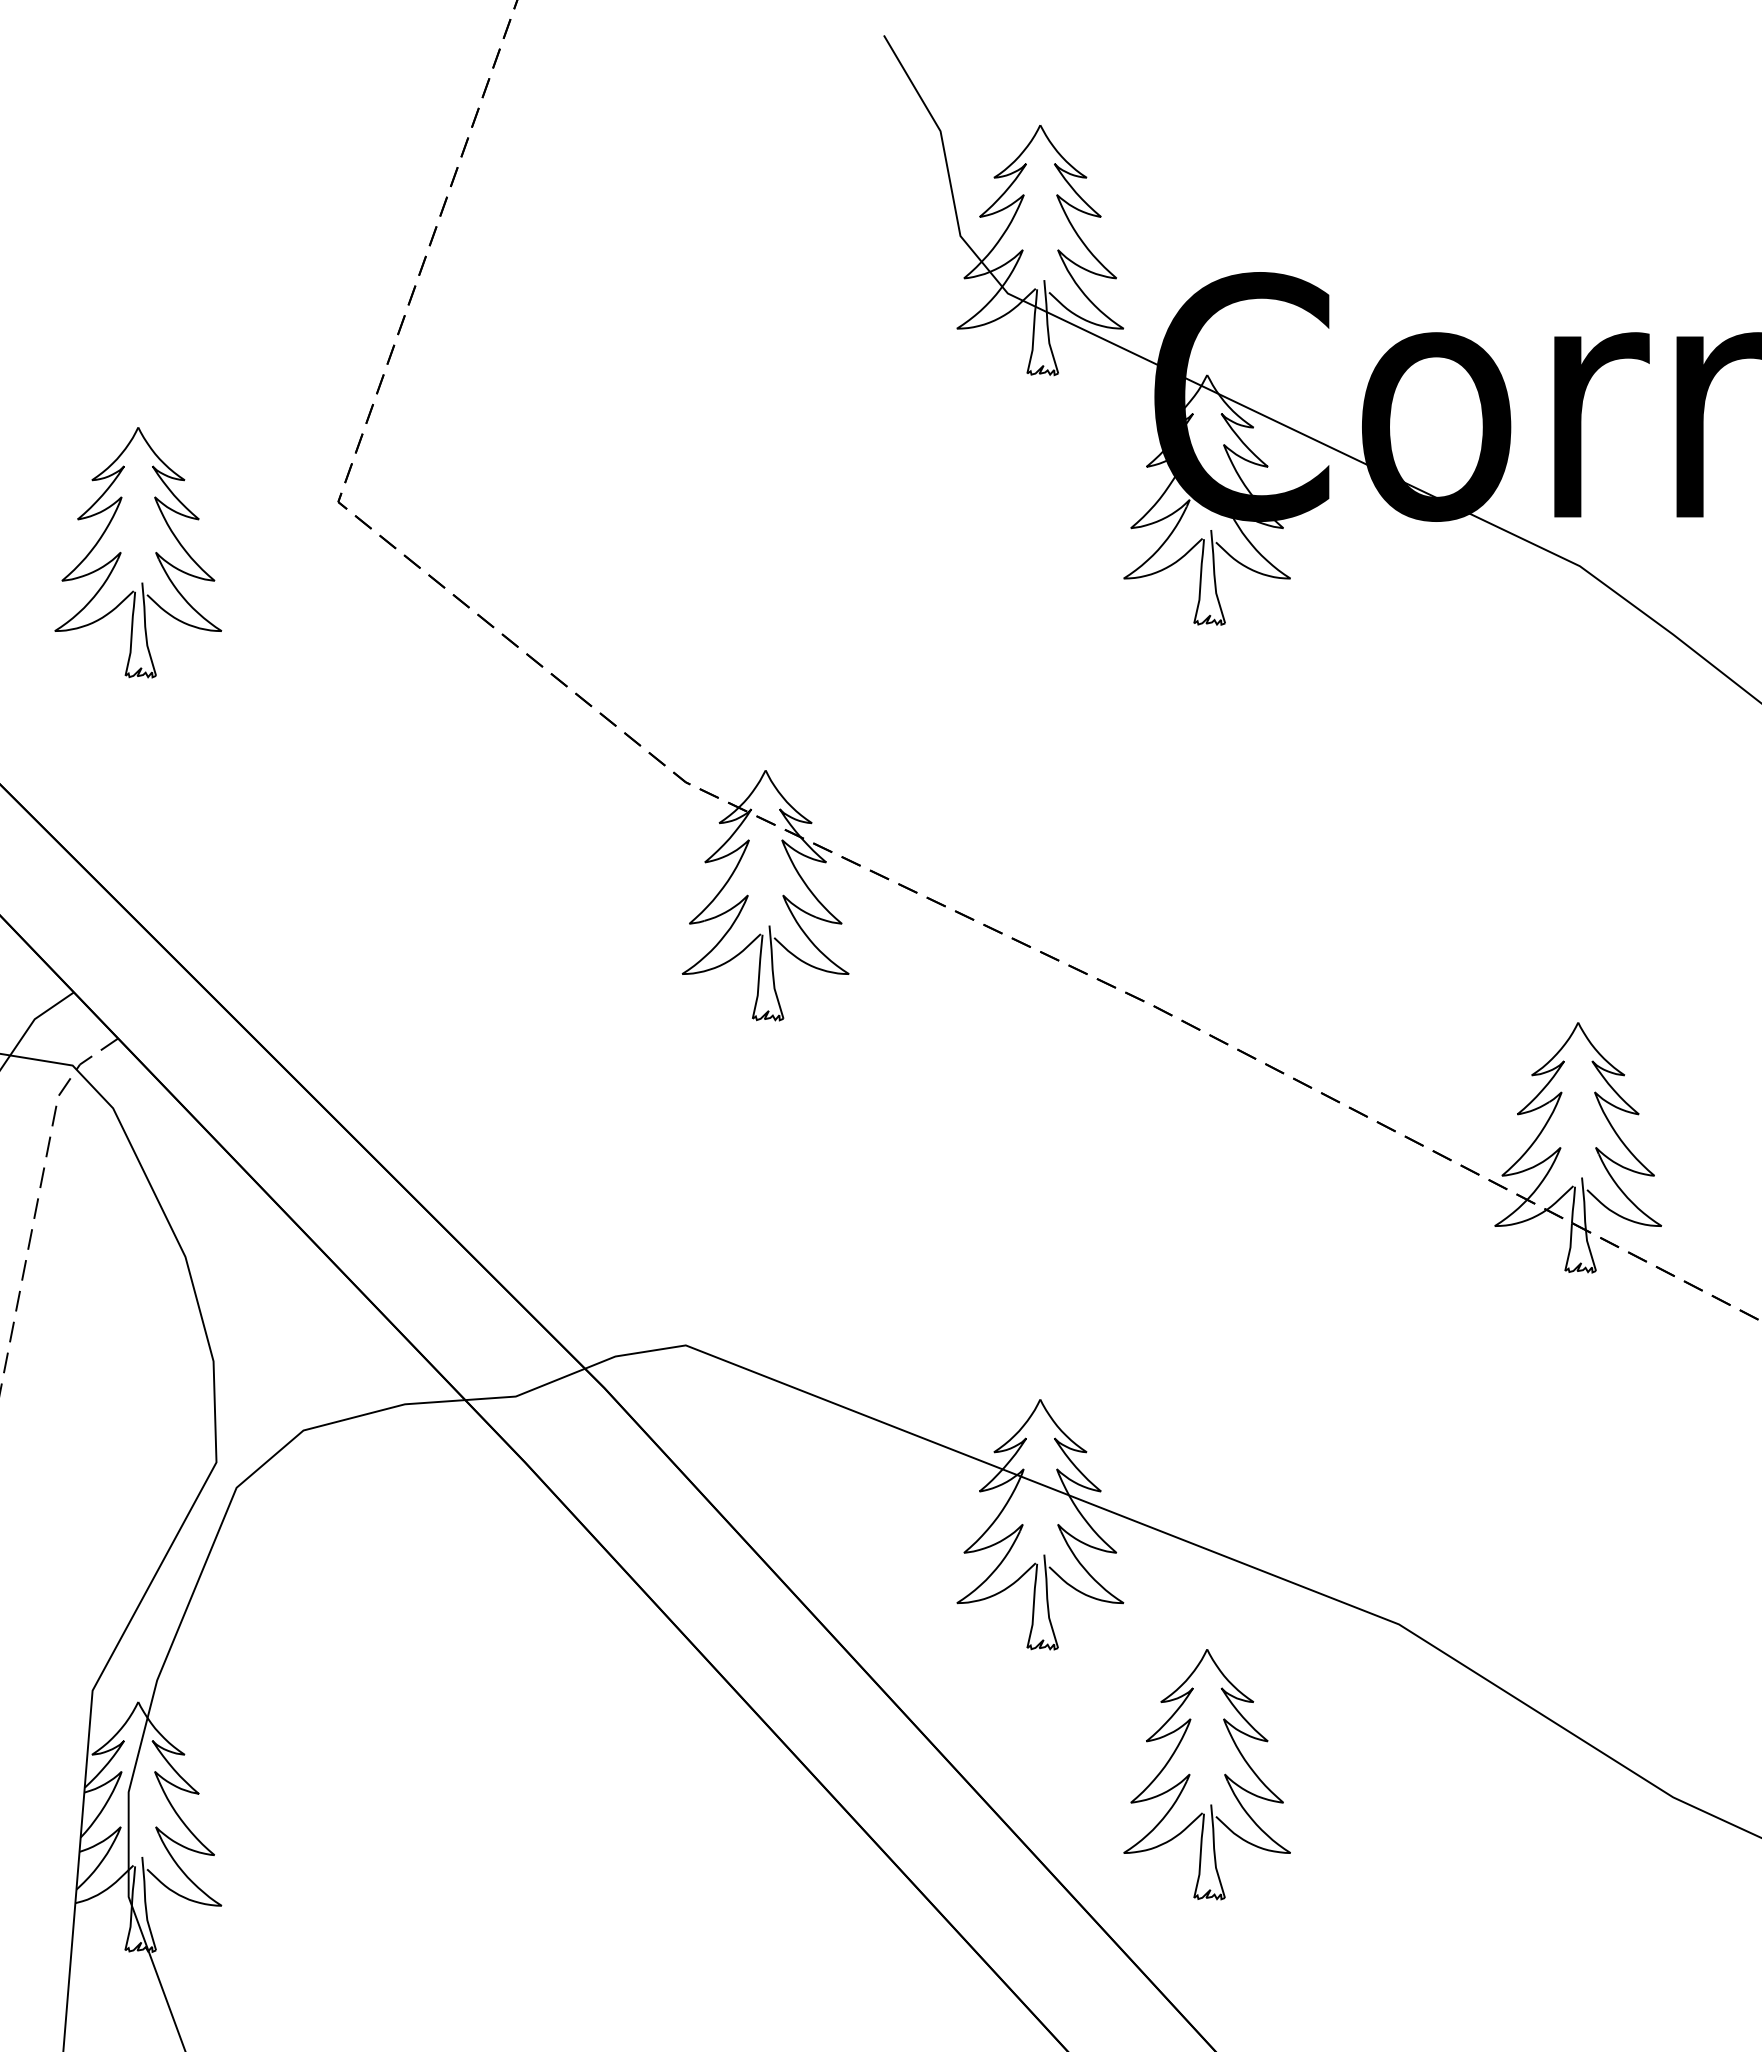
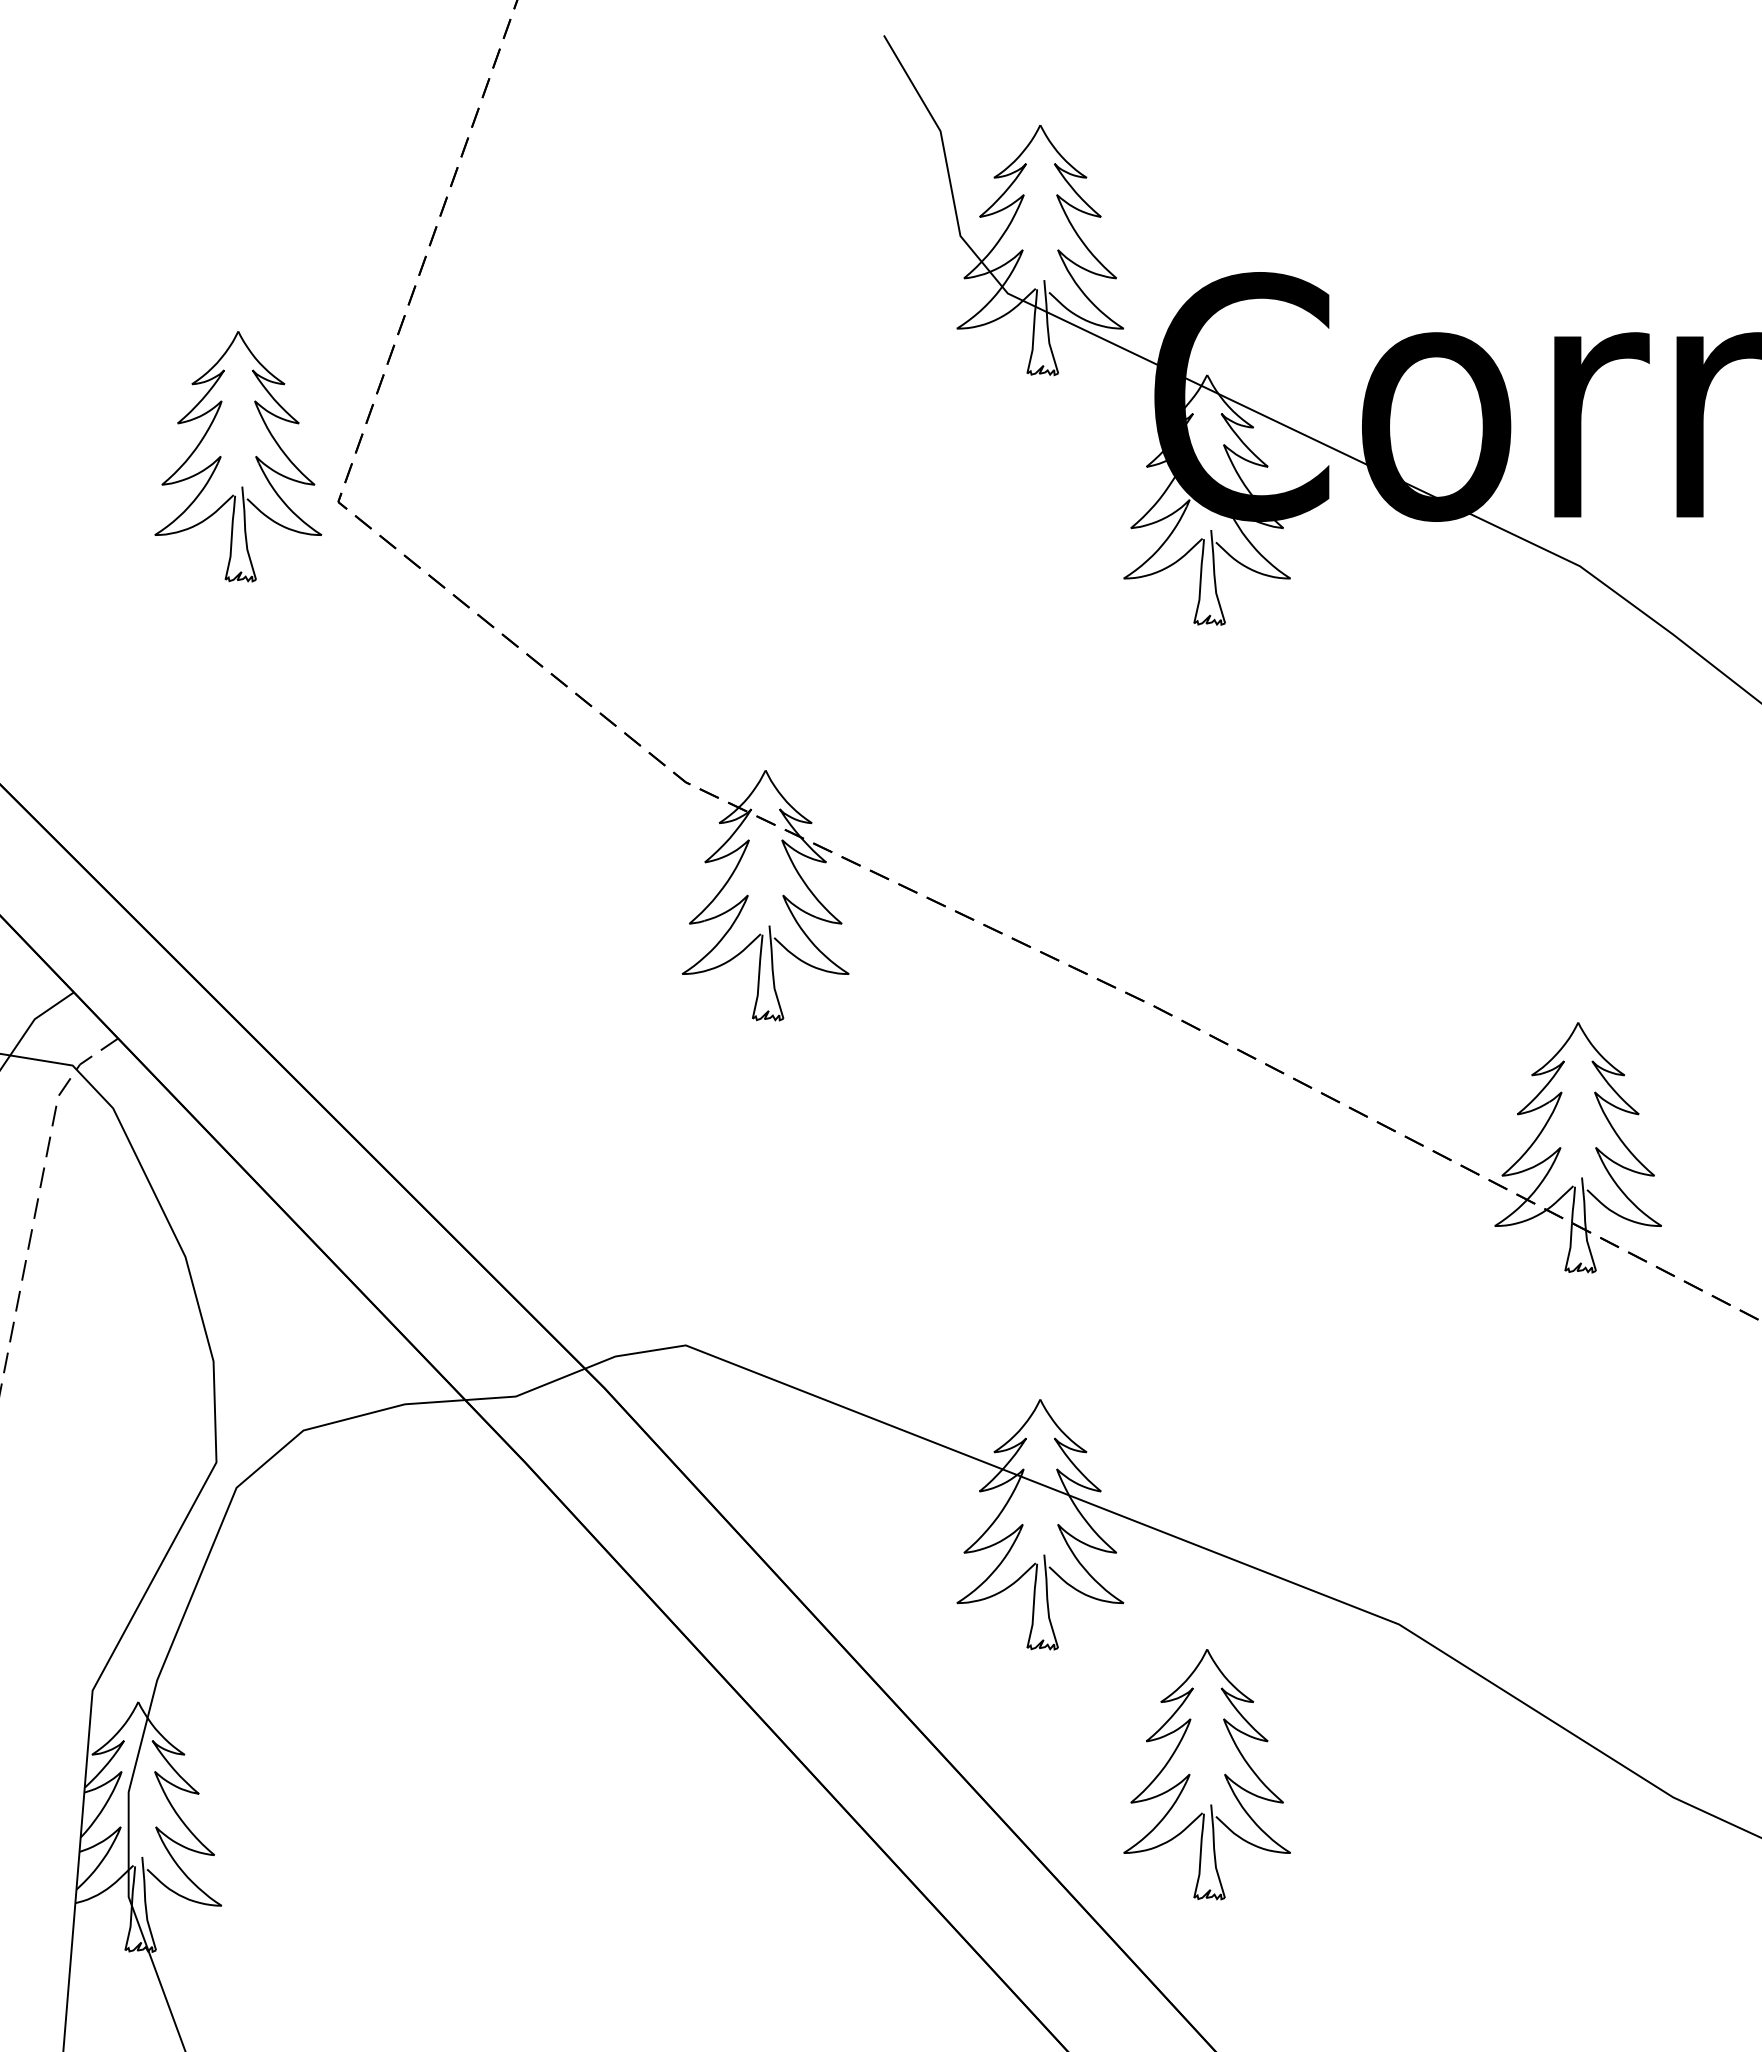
part at (121, 552) position: (121, 552) -> (221, 456)
